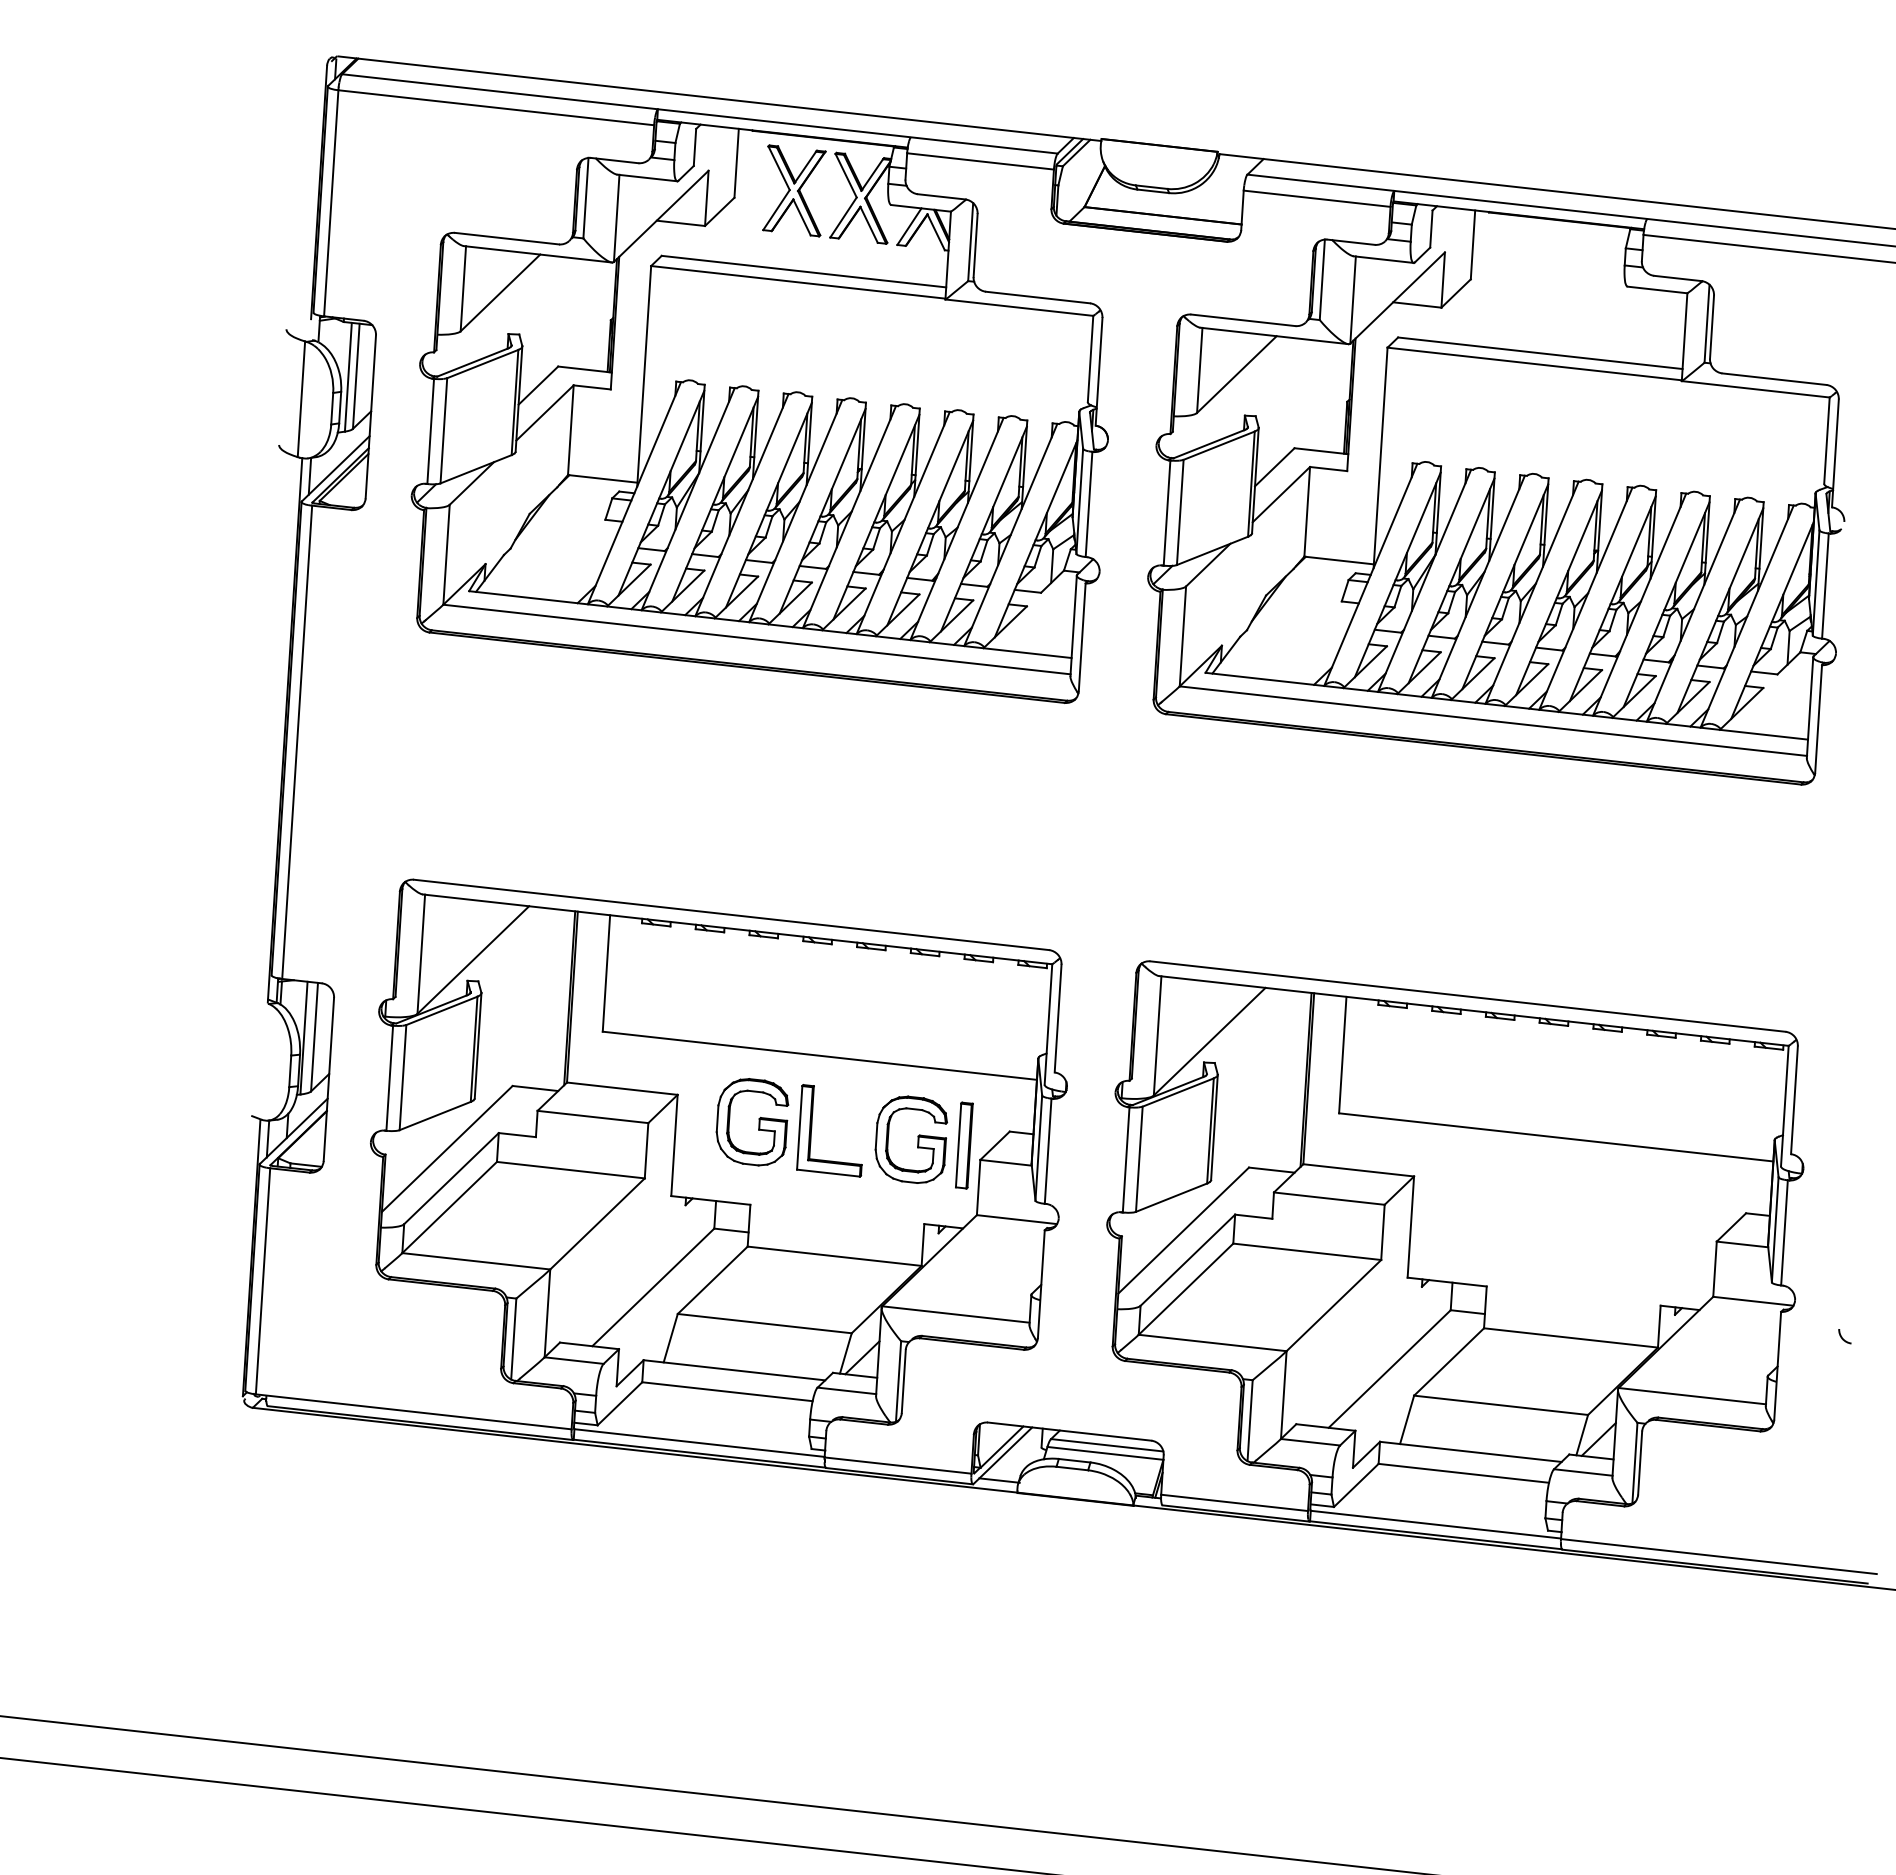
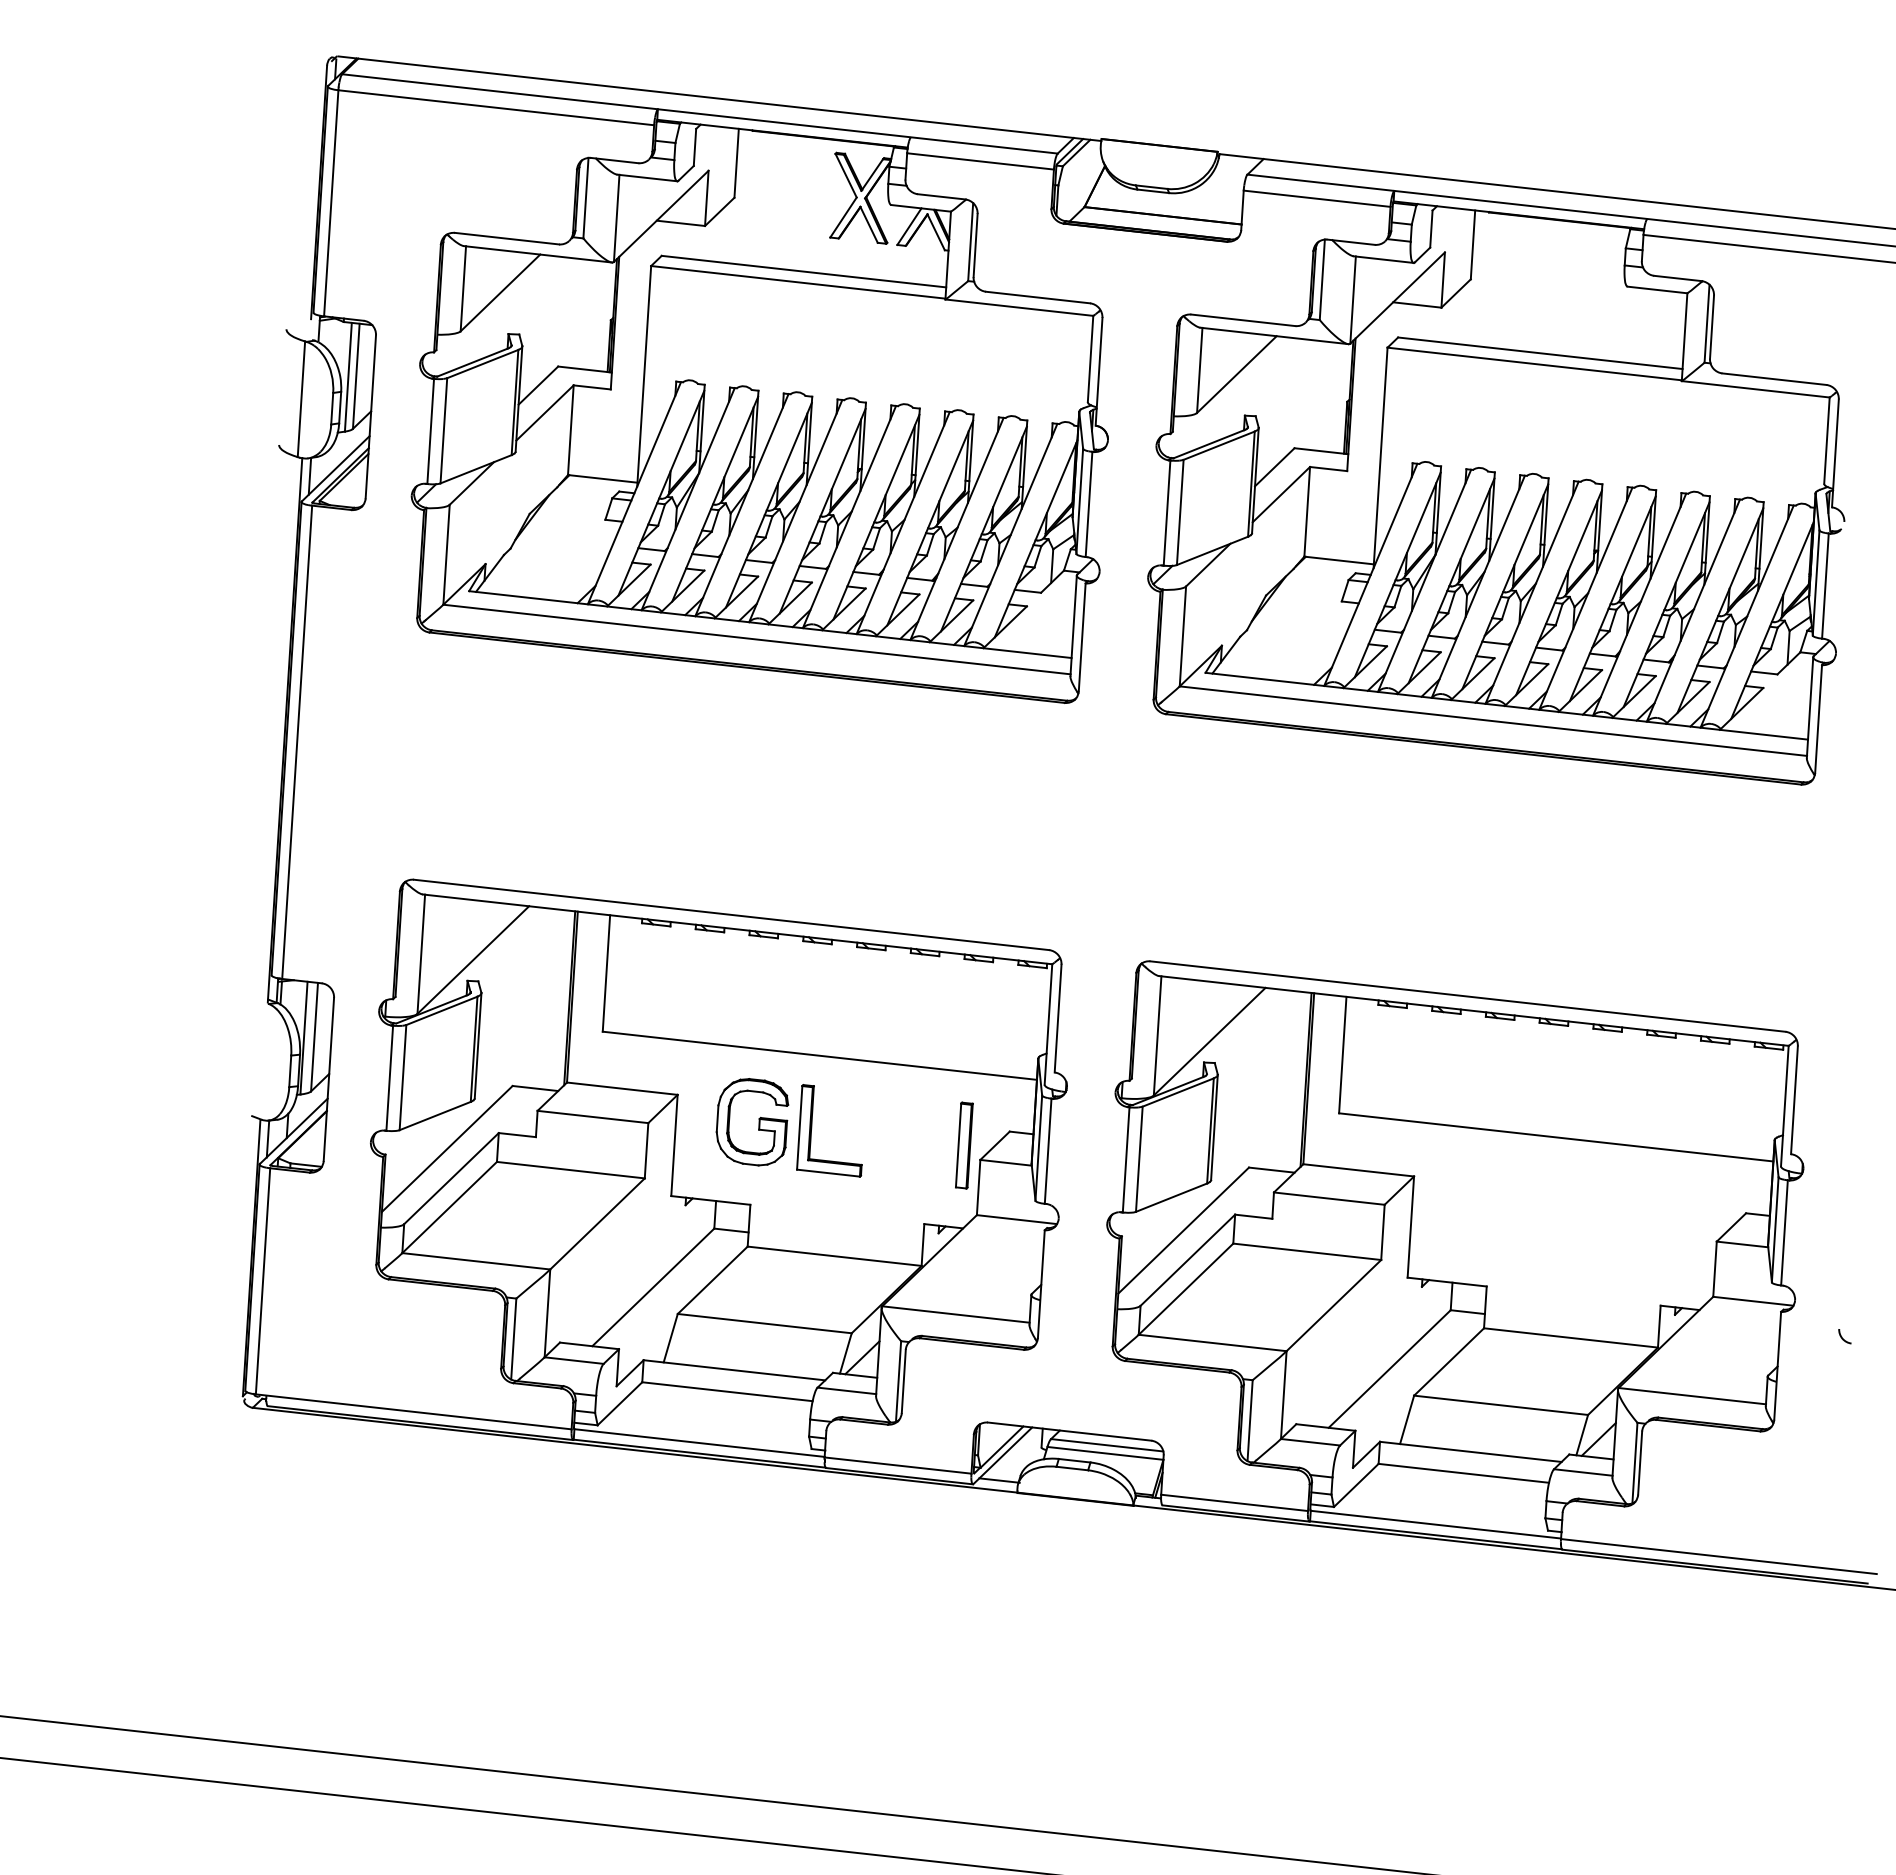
part at (794, 190): present -> none
part at (911, 1139): present -> none
